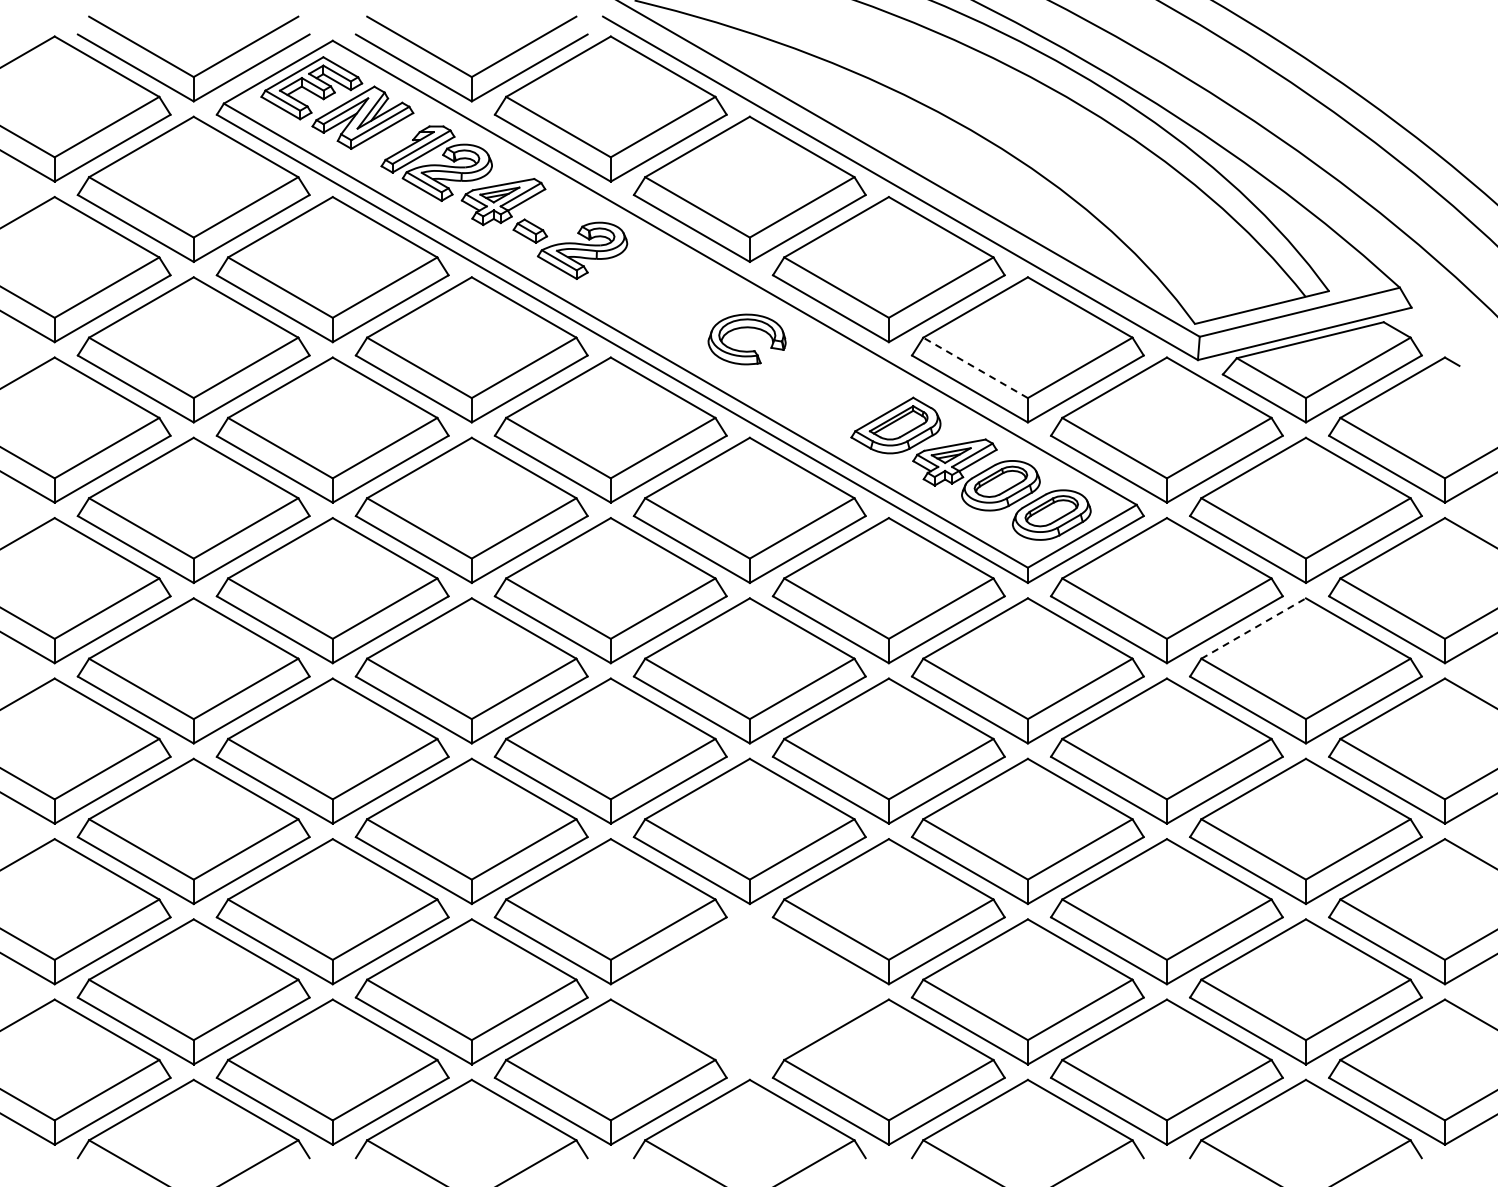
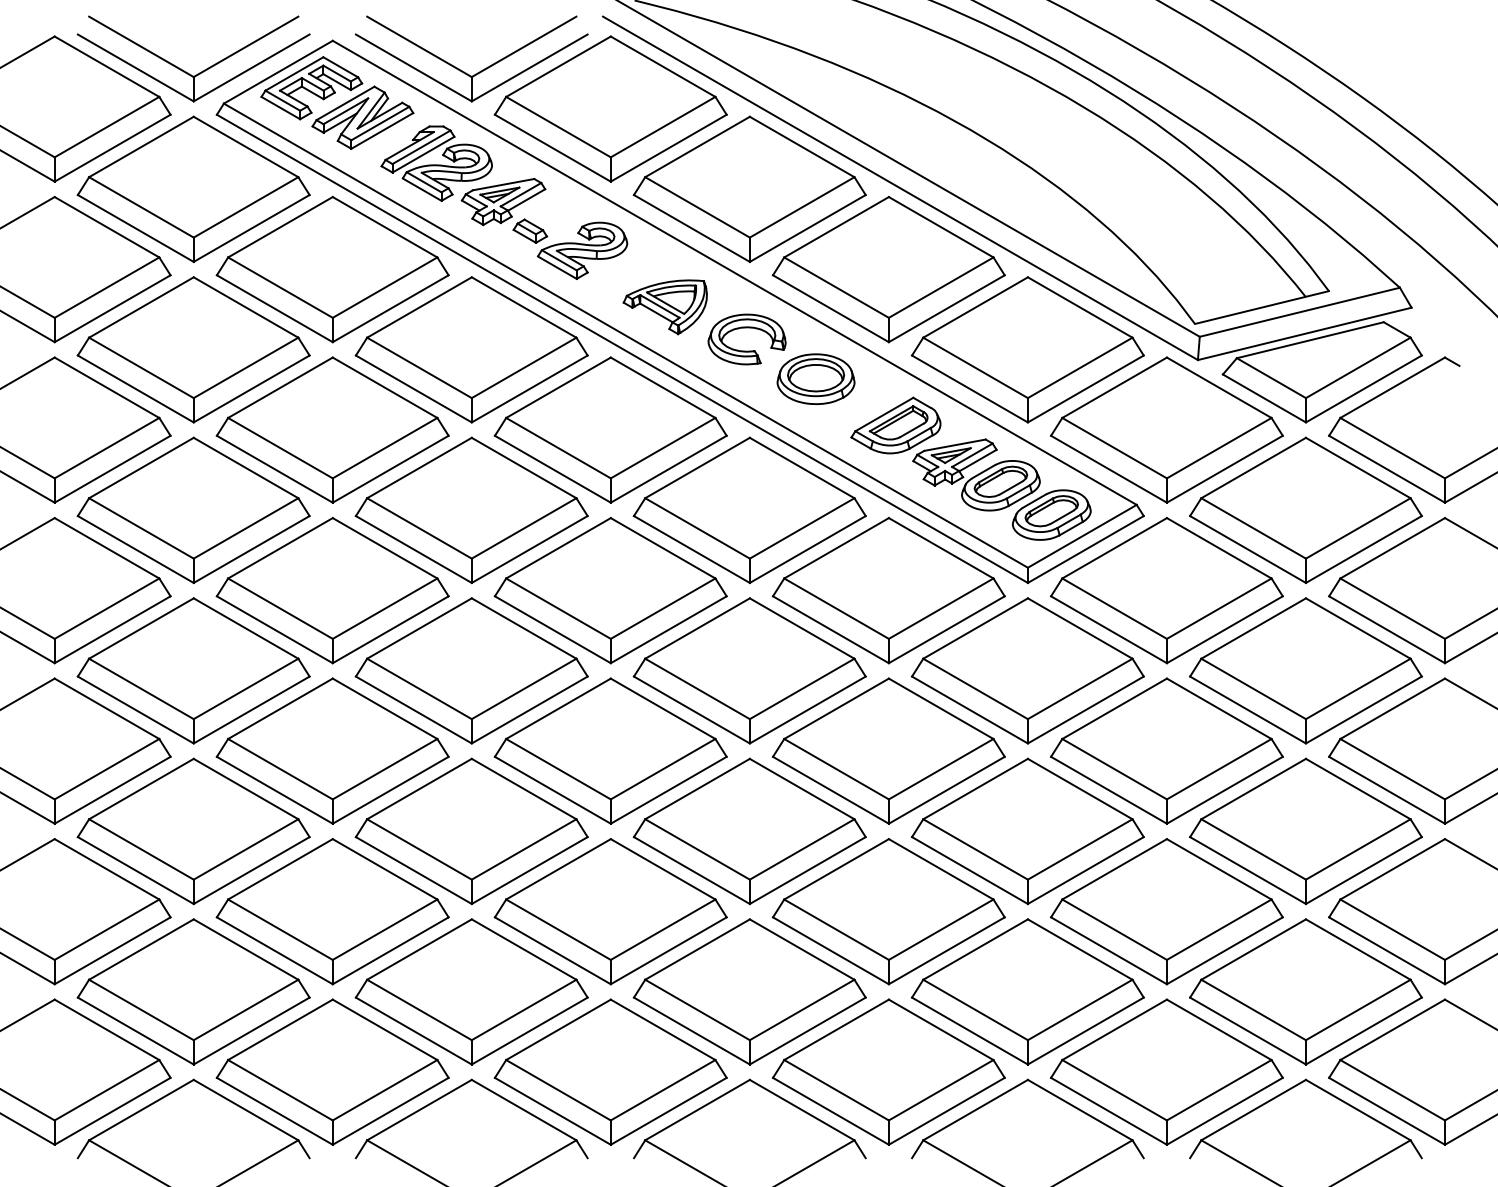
part at (664, 307): none -> present
line at (975, 367): dashed -> solid
part at (815, 378): none -> present
line at (1254, 628): dashed -> solid
part at (749, 991): none -> present
